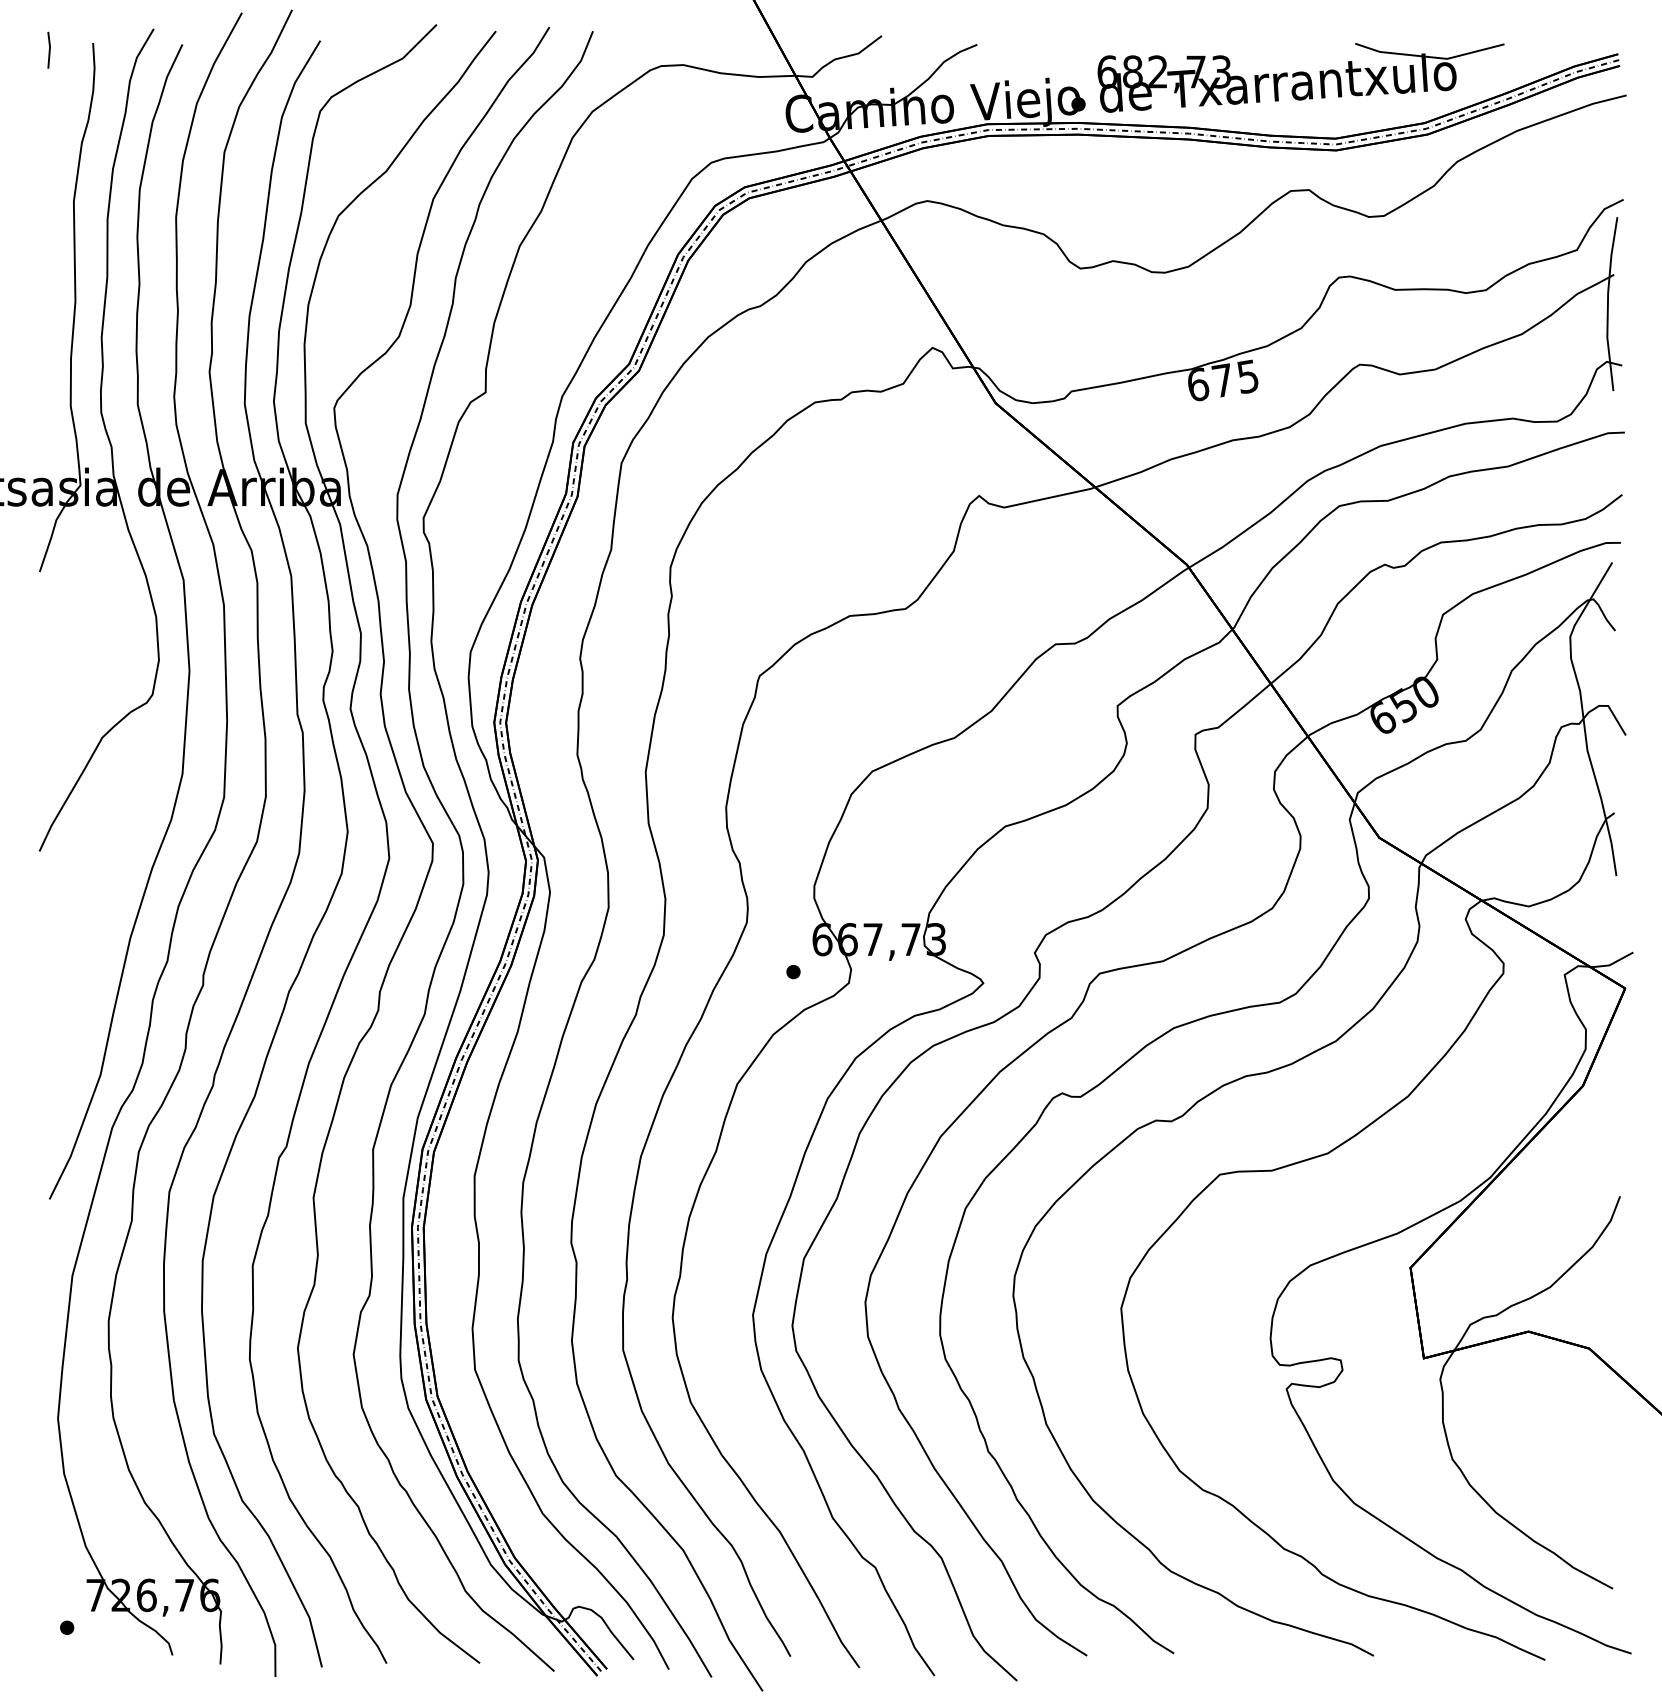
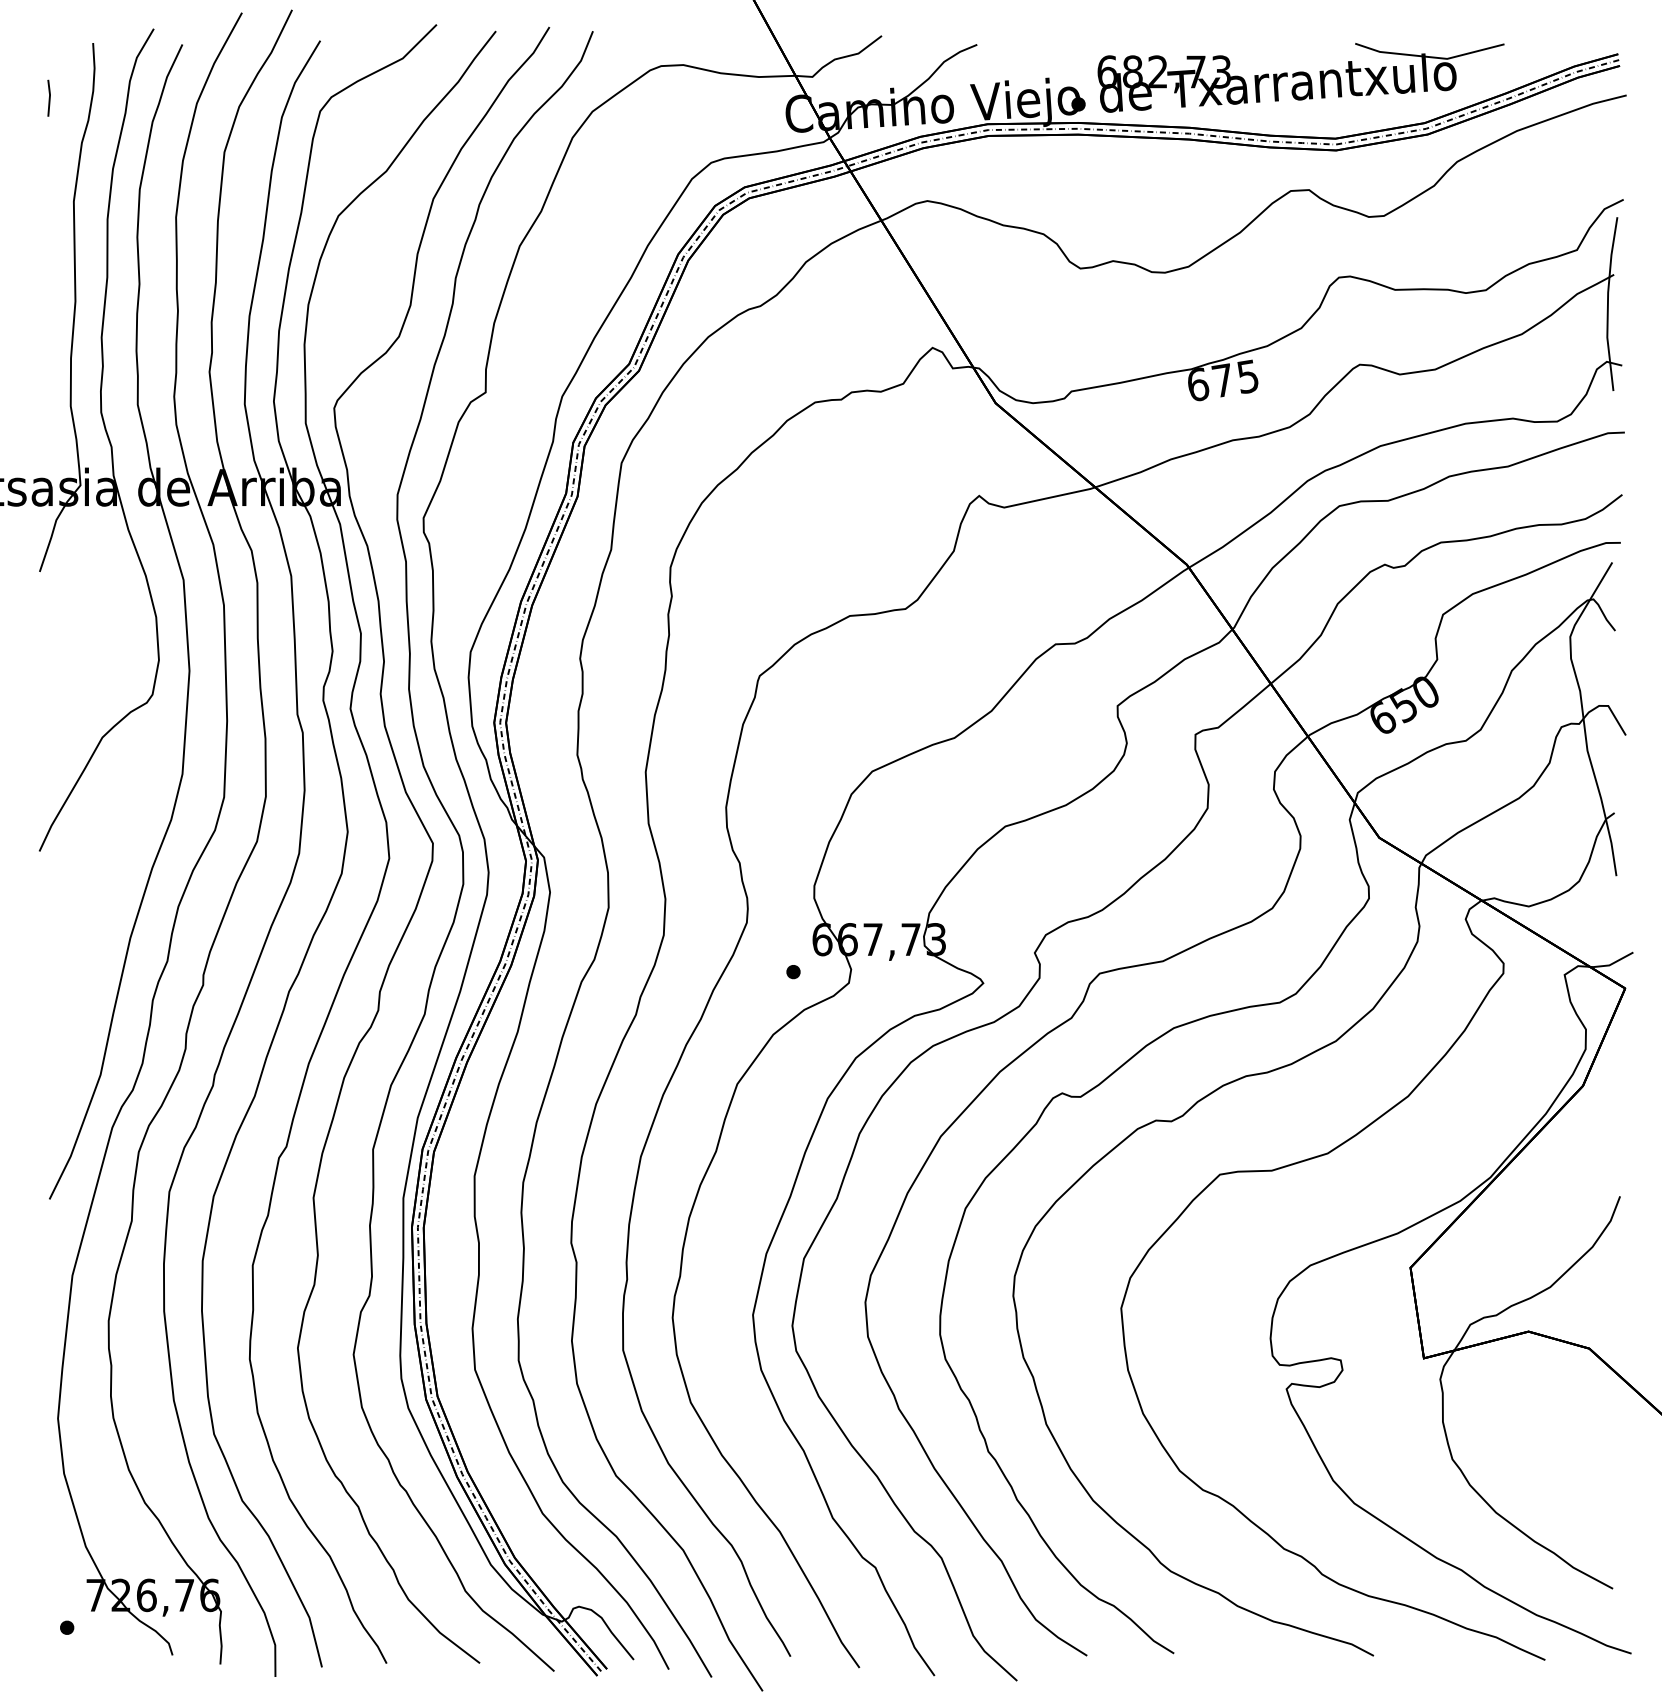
line at (49, 49) position: (49, 49) -> (49, 97)
